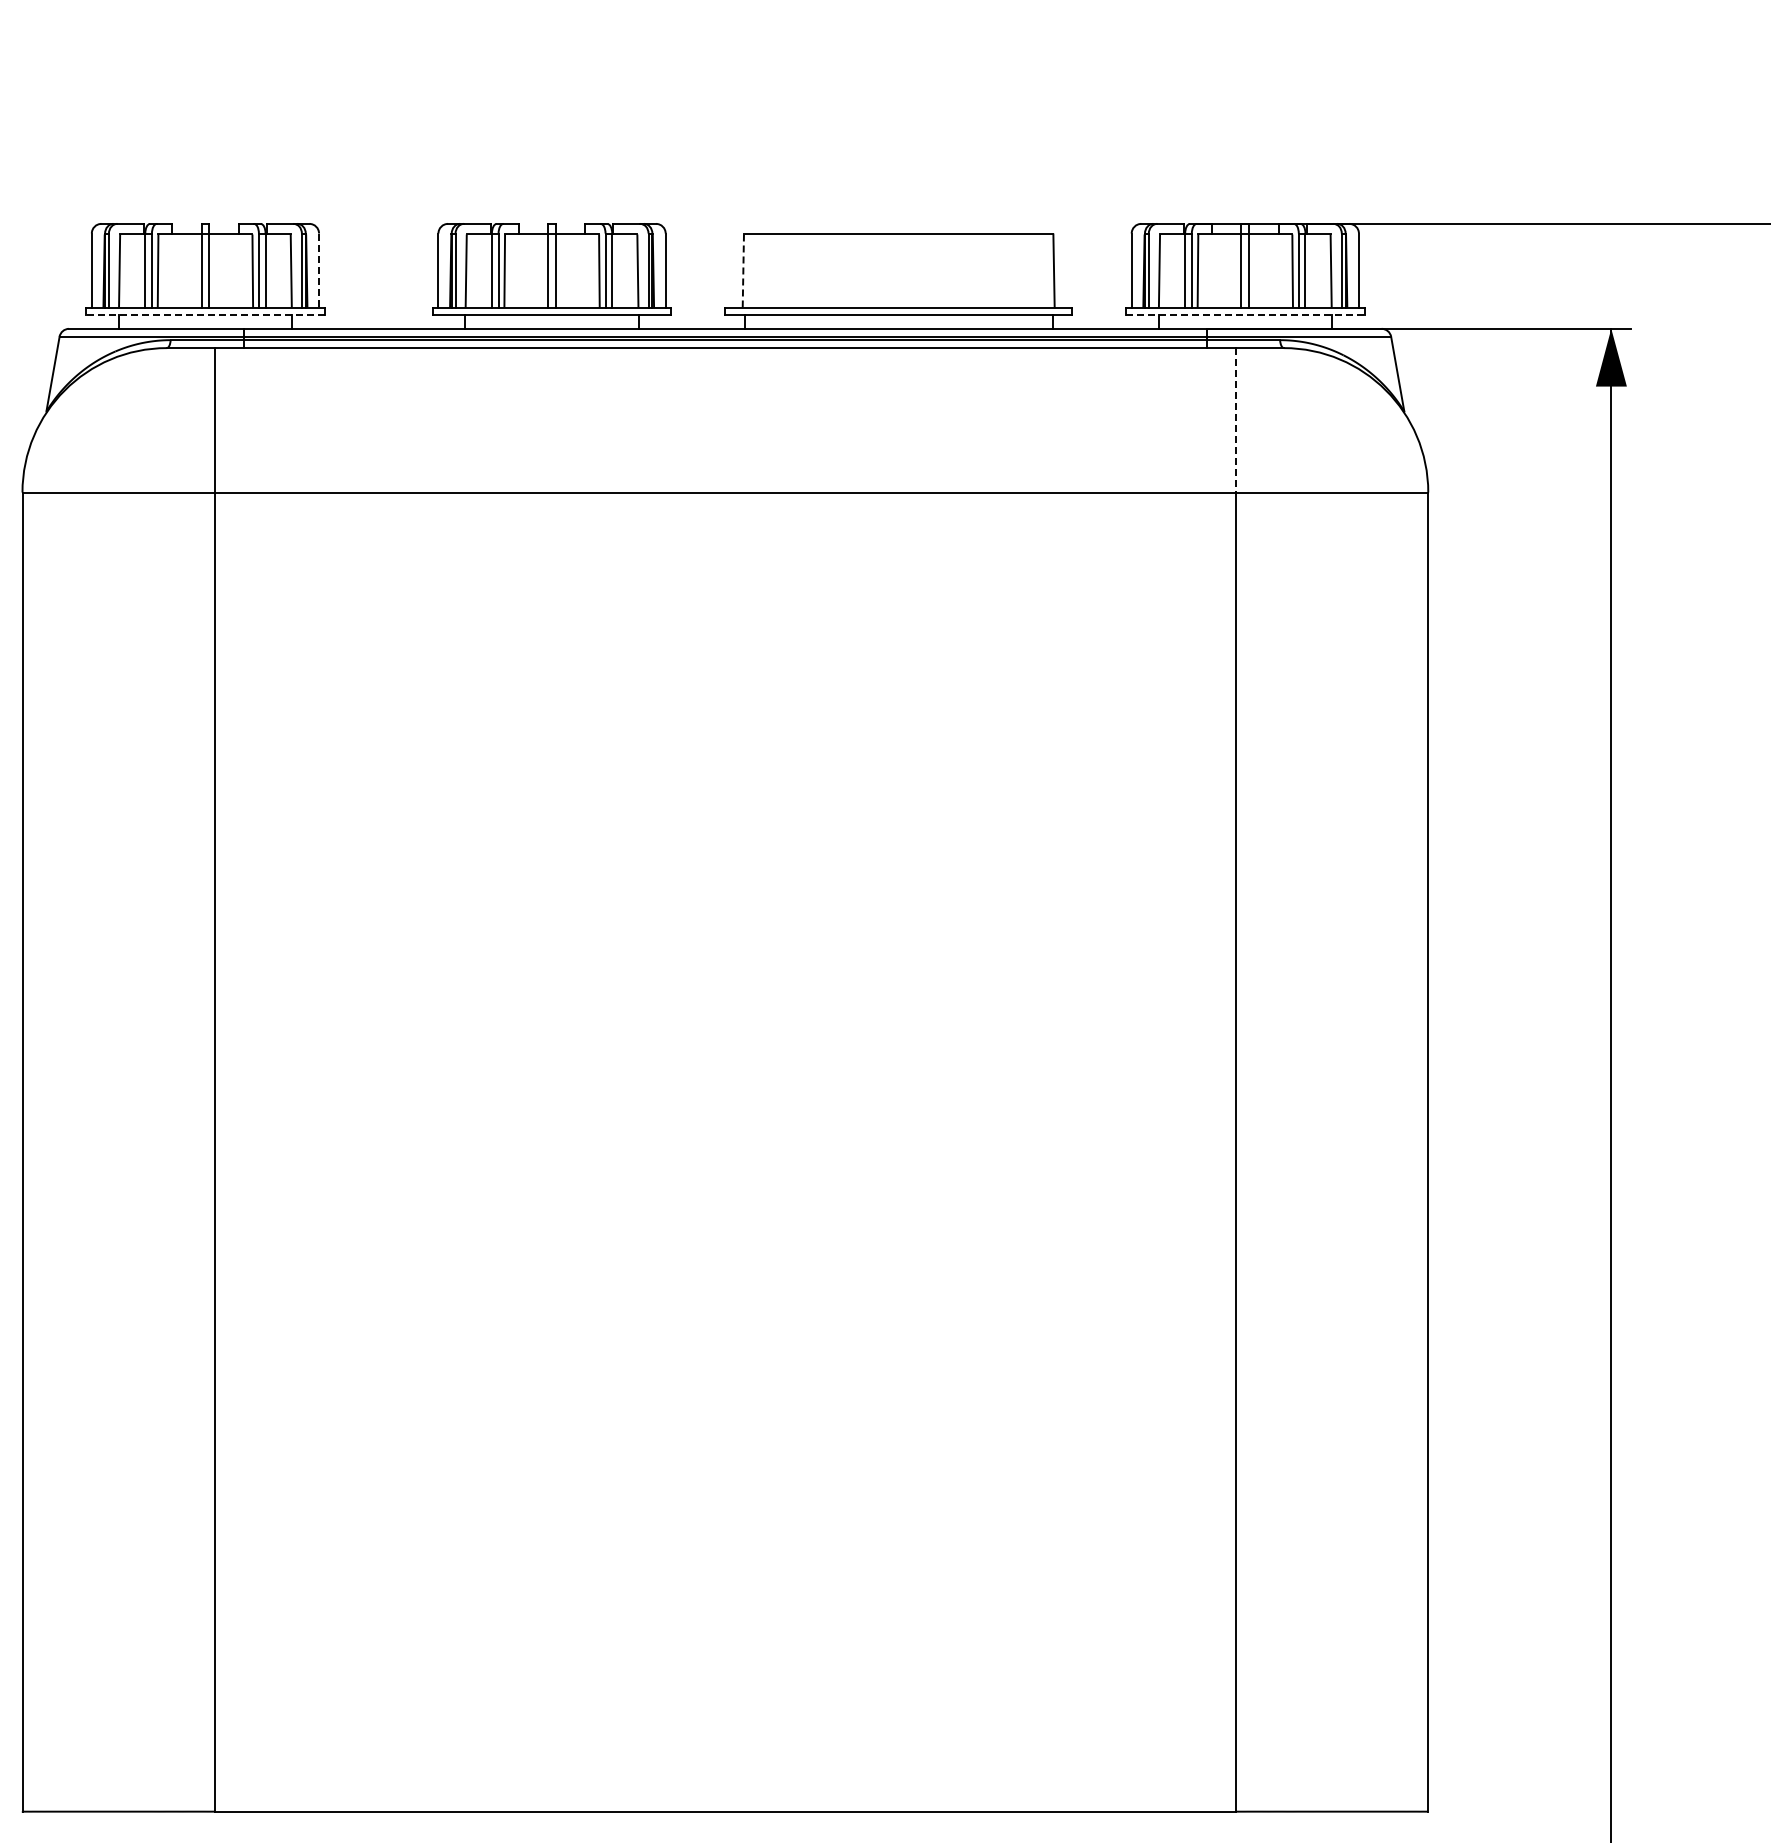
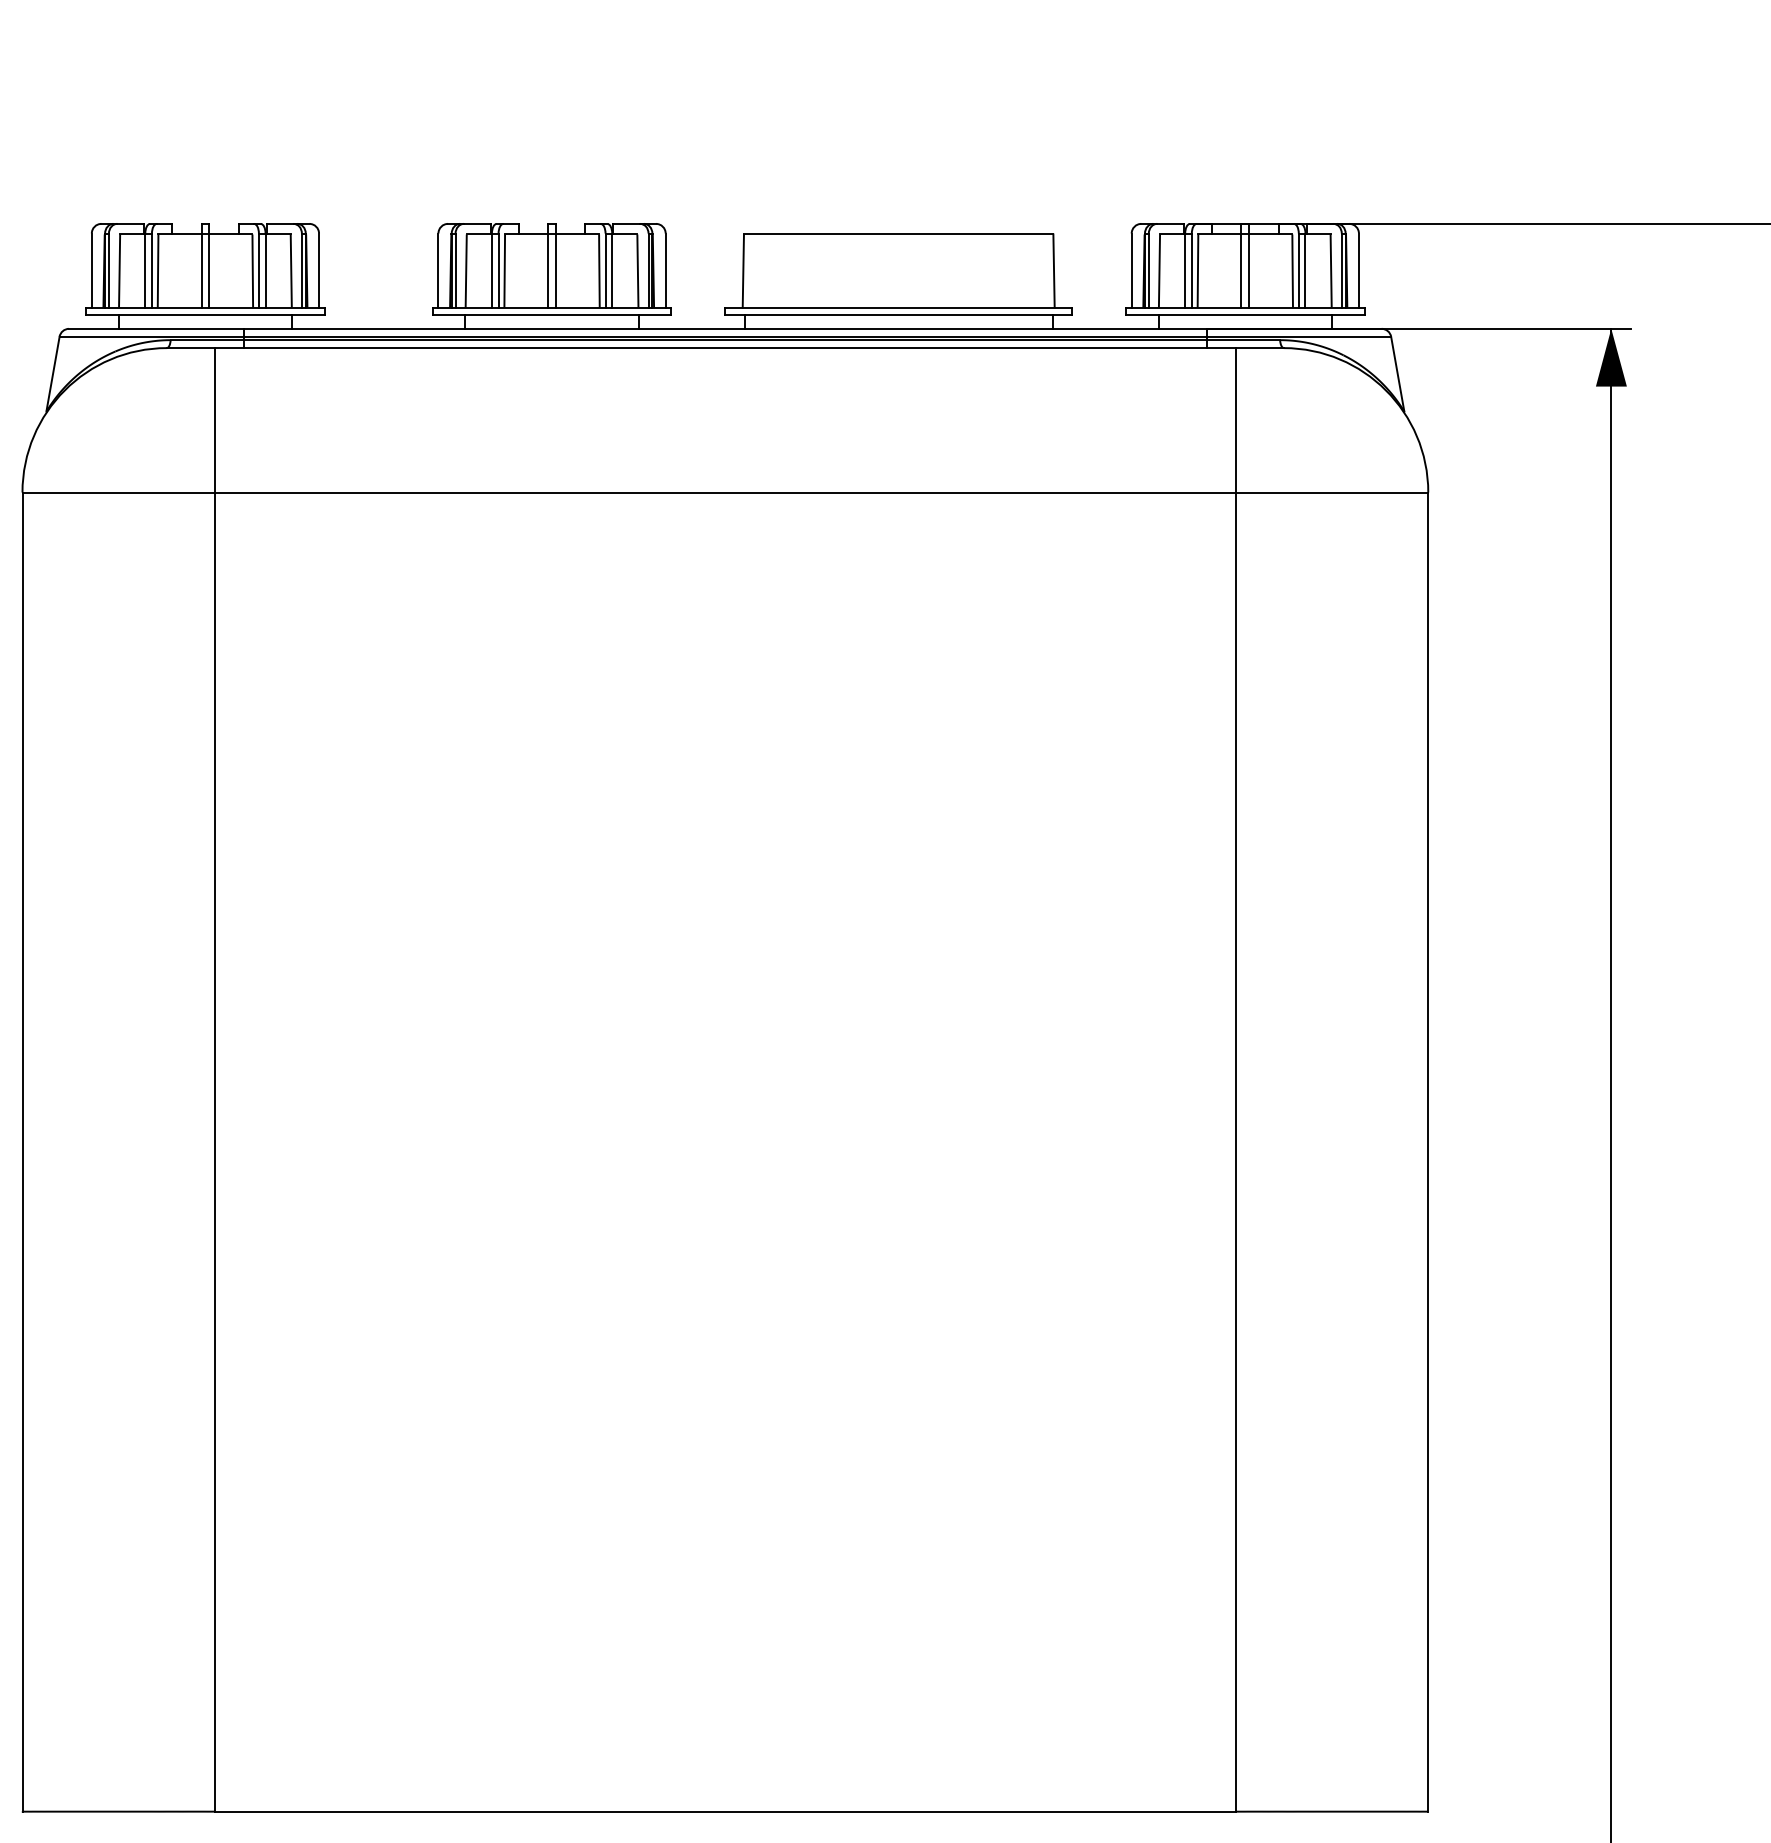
line at (319, 271): dashed -> solid
line at (743, 271): dashed -> solid
line at (204, 315): dashed -> solid
line at (1245, 315): dashed -> solid
line at (1235, 420): dashed -> solid
